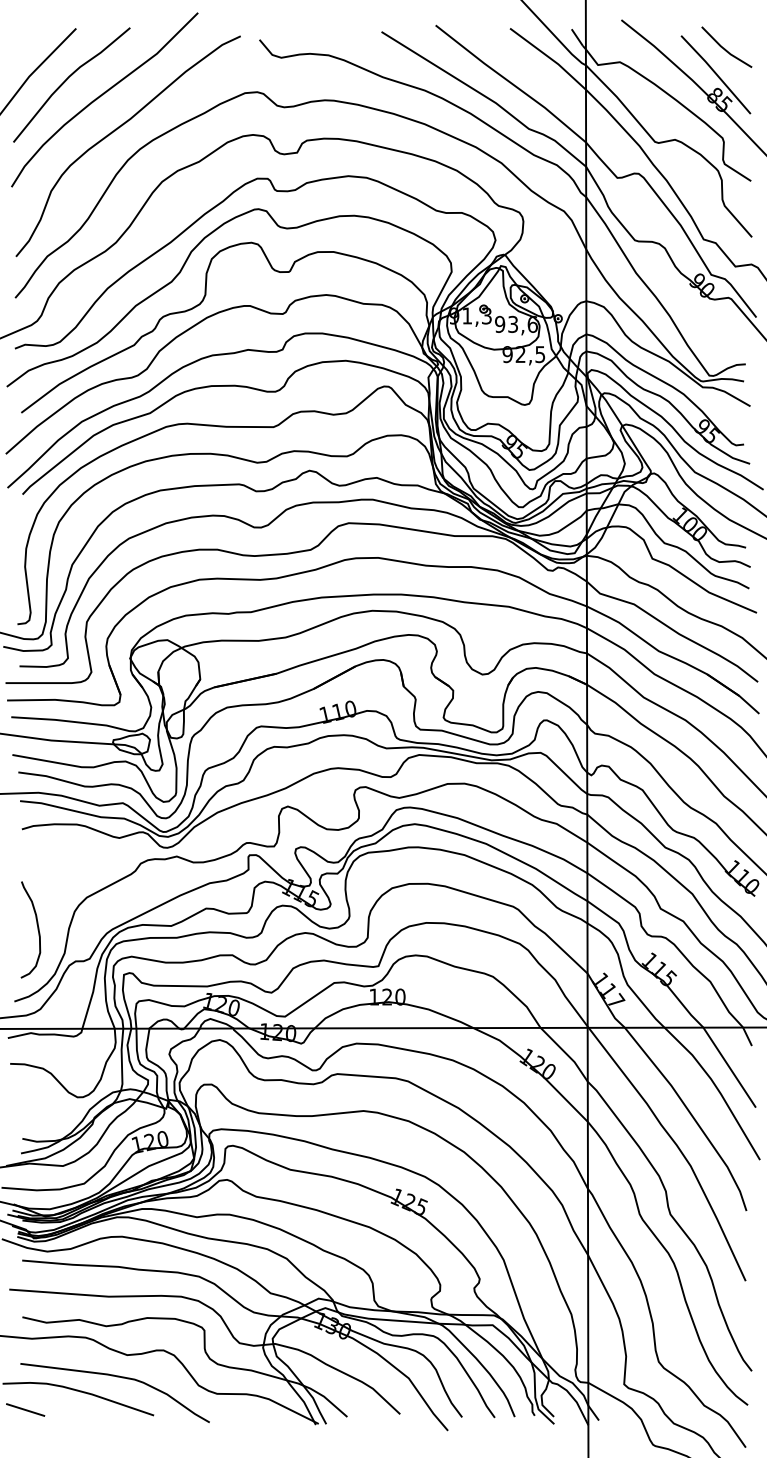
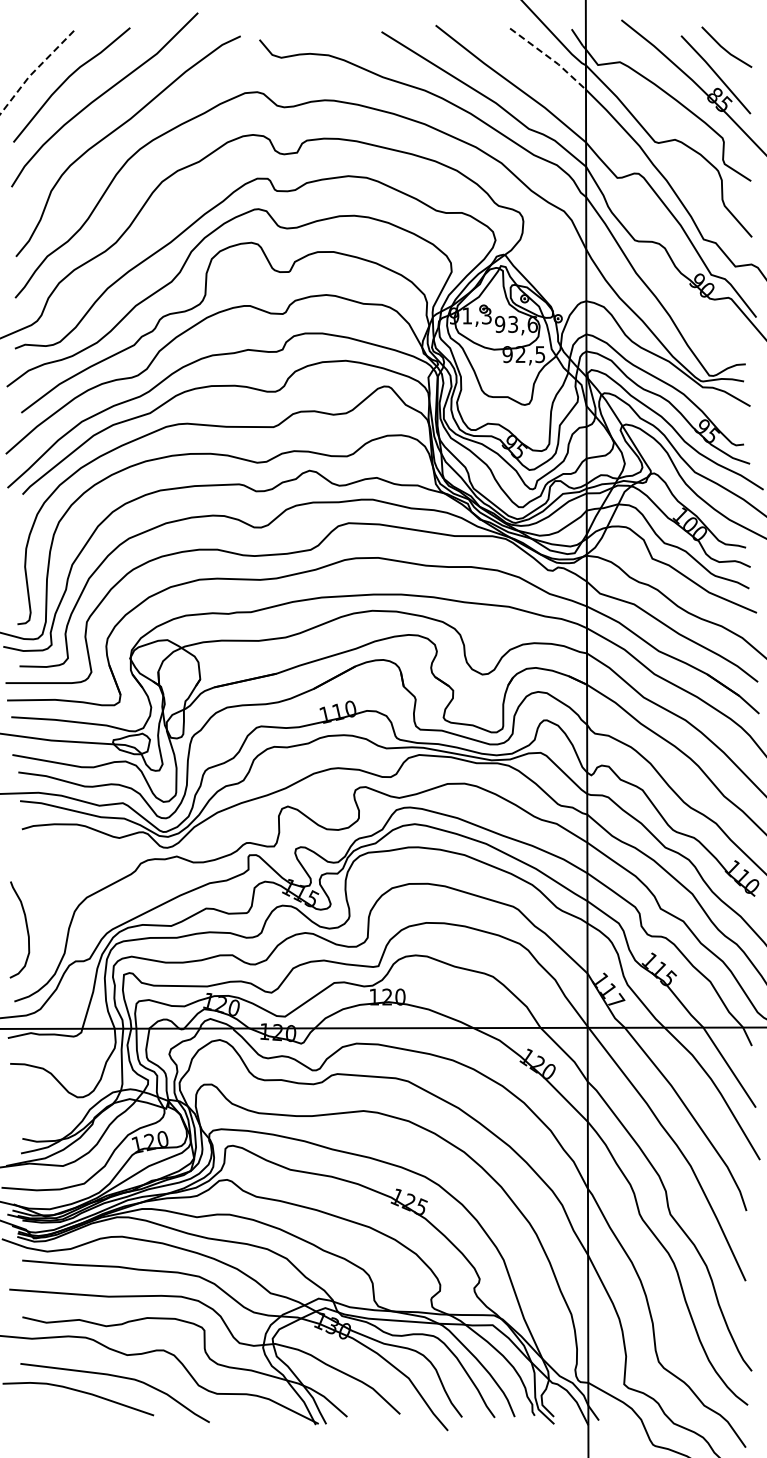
line at (549, 57): solid -> dashed
line at (36, 69): solid -> dashed
curve at (37, 929) position: (37, 929) -> (26, 929)
line at (25, 1409): present -> none
